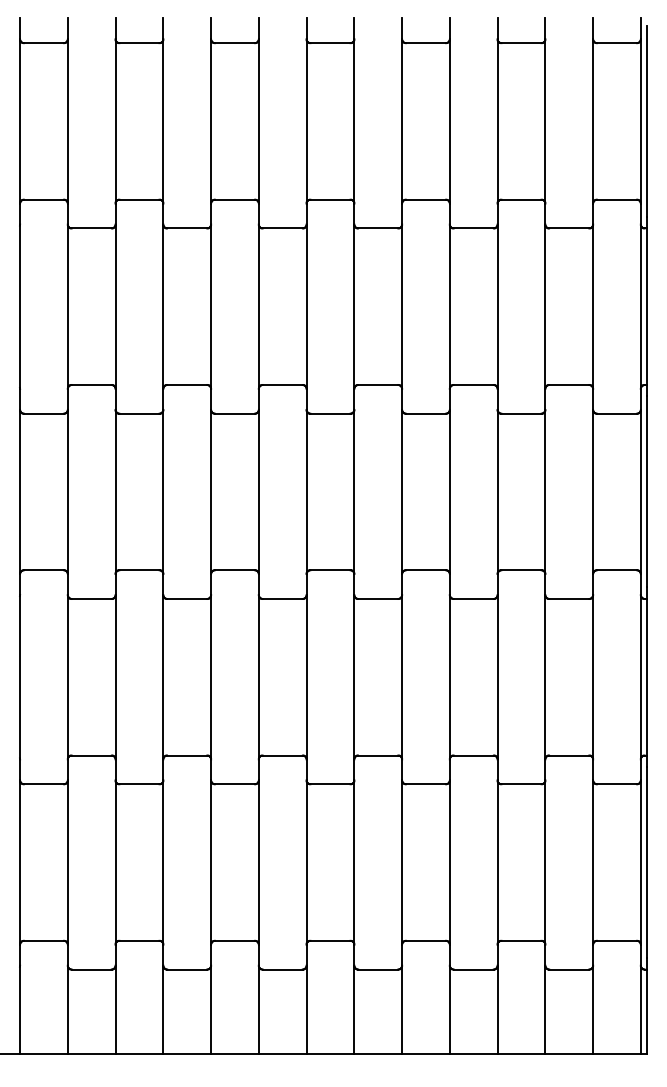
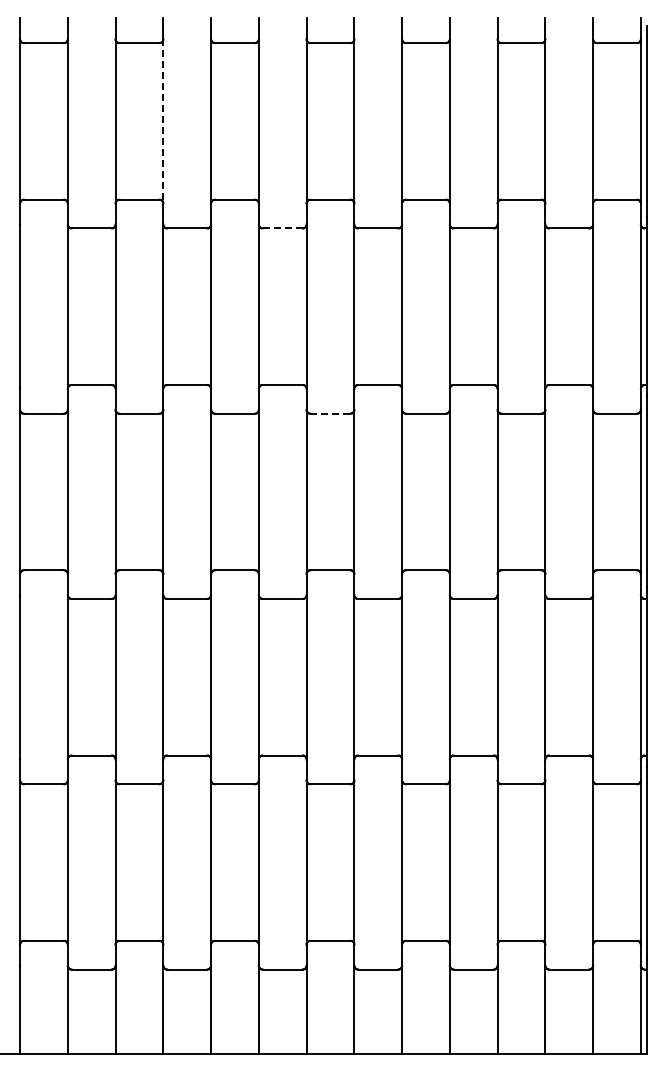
line at (163, 121): solid -> dashed
line at (283, 228): solid -> dashed
line at (330, 413): solid -> dashed
